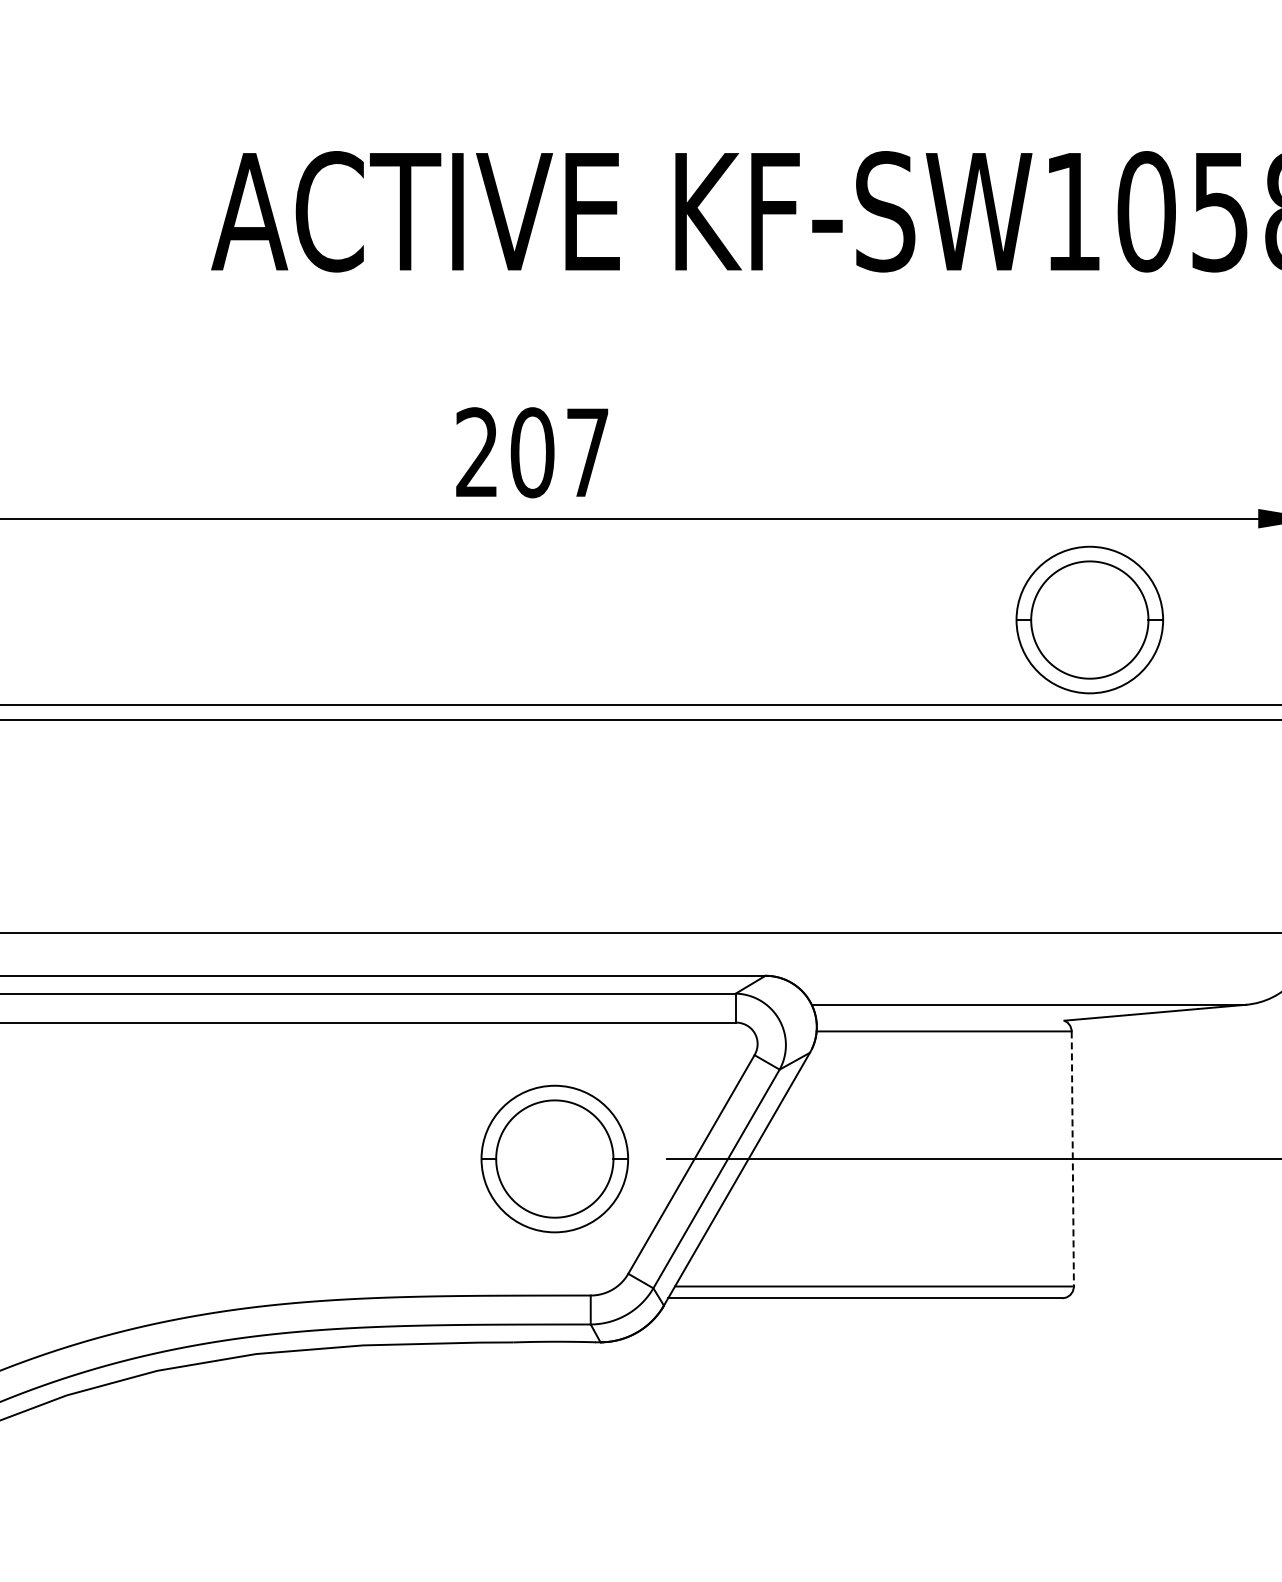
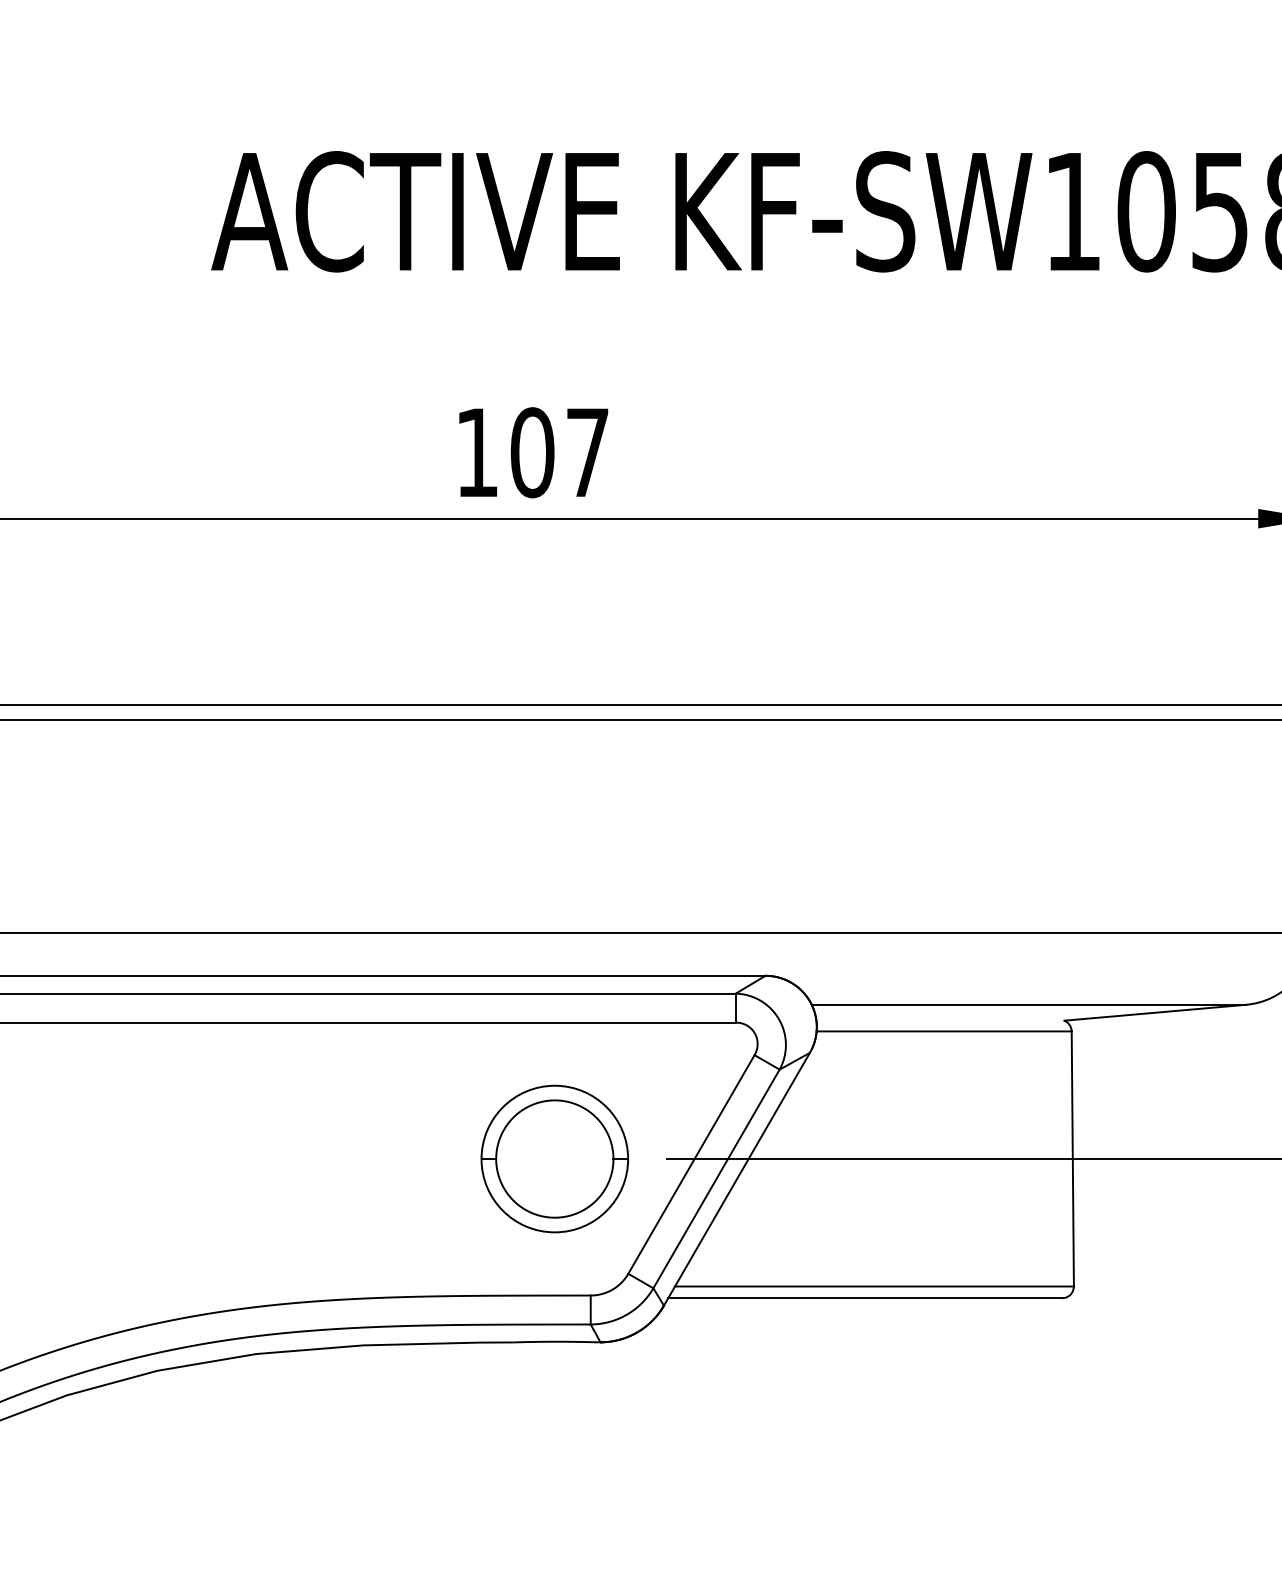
text at (476, 451): 207 -> 107
part at (1089, 619): present -> none
line at (1072, 1158): dashed -> solid
